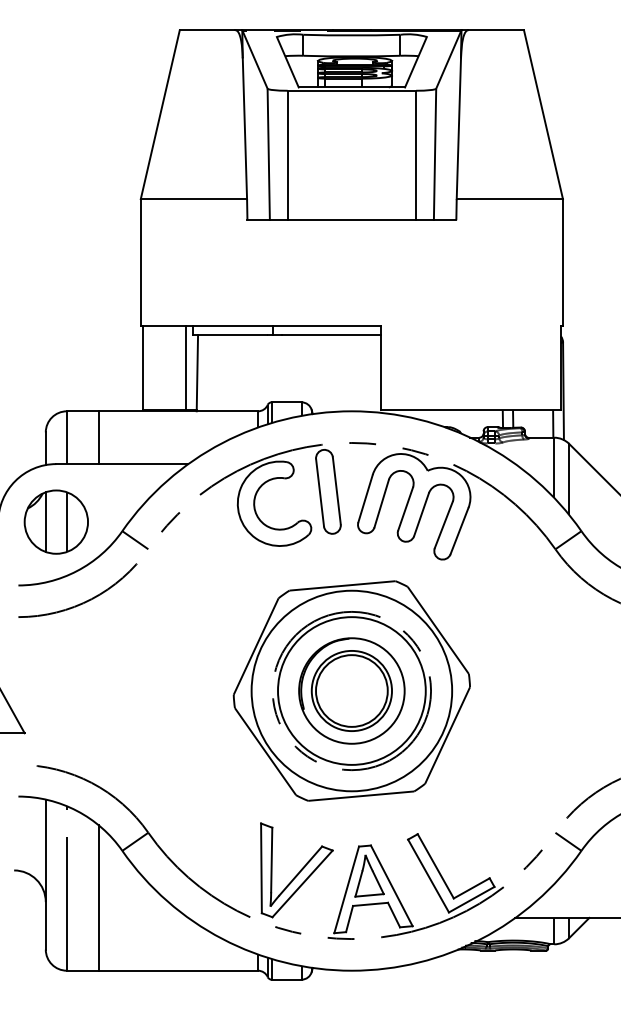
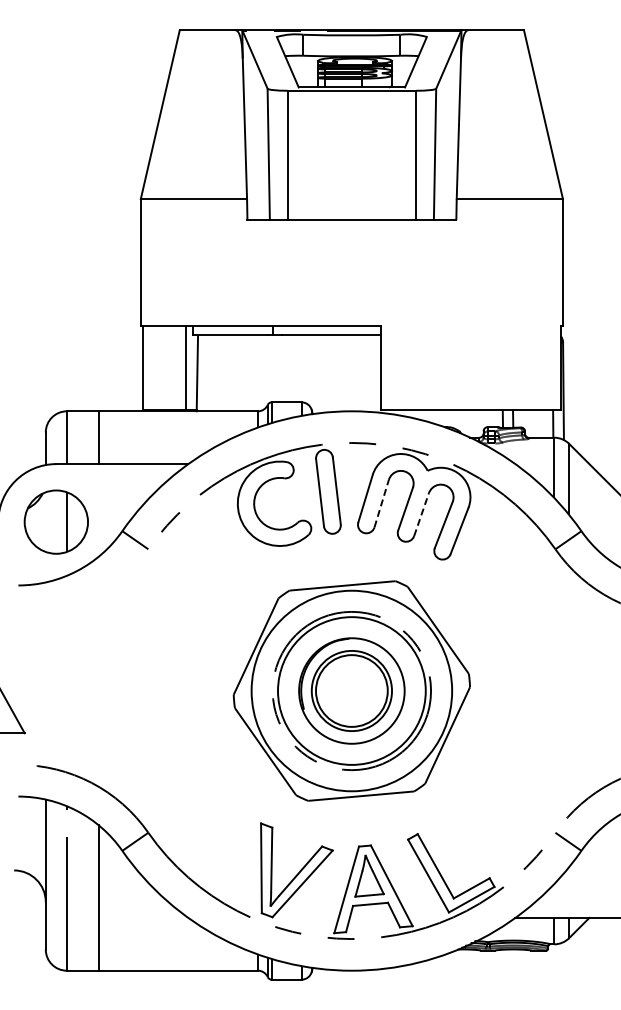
line at (381, 503): solid -> dashed
line at (421, 514): solid -> dashed
line at (45, 522): present -> none
arc at (82, 602): present -> none
